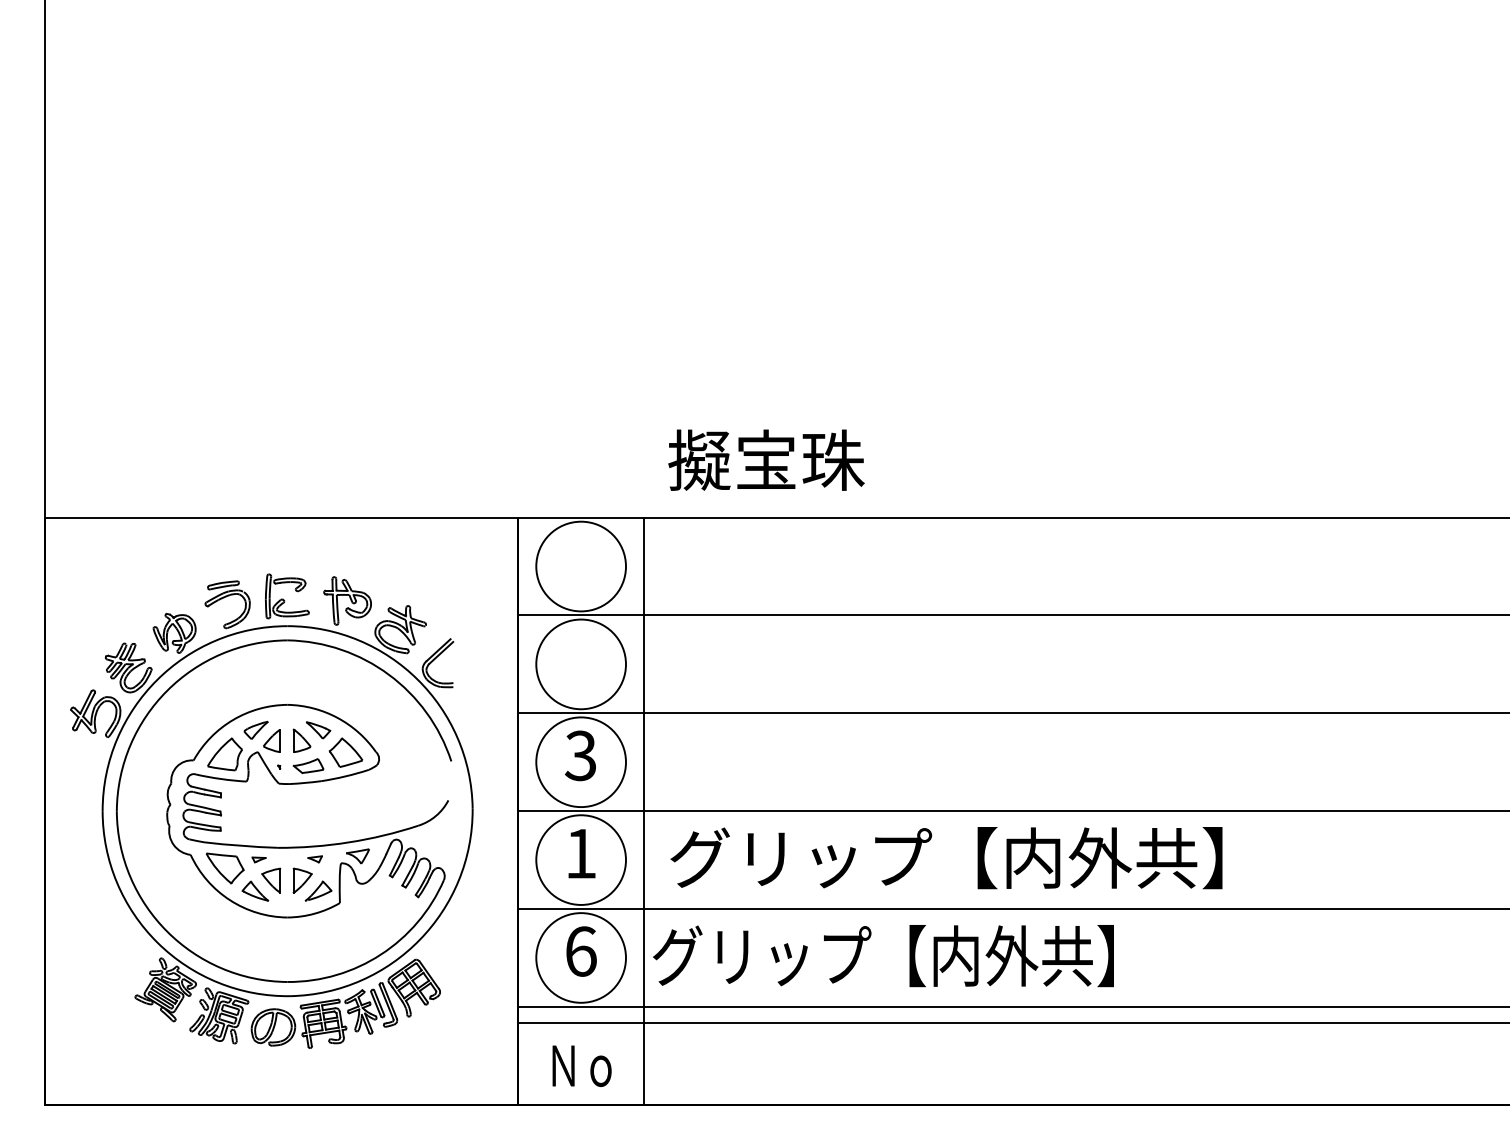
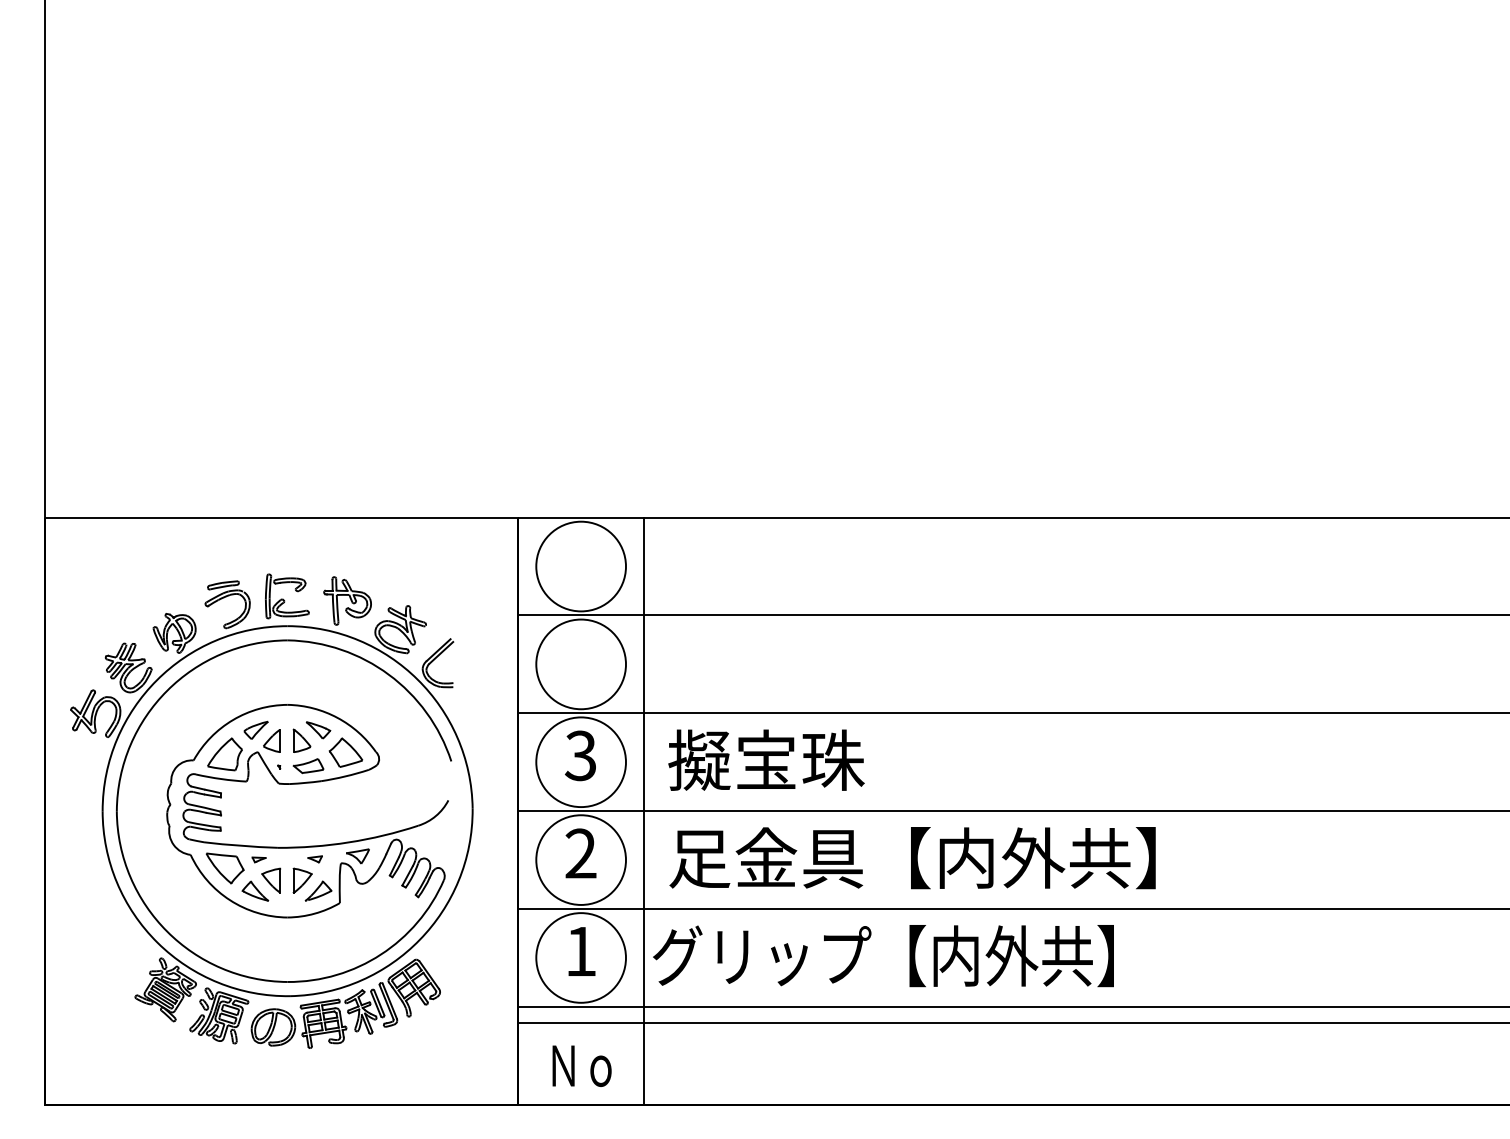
text at (766, 459) position: (766, 459) -> (766, 759)
text at (580, 853): 1 -> 2
text at (945, 858): グリップ【内外共】 -> 足金具【内外共】
text at (581, 951): 6 -> 1
